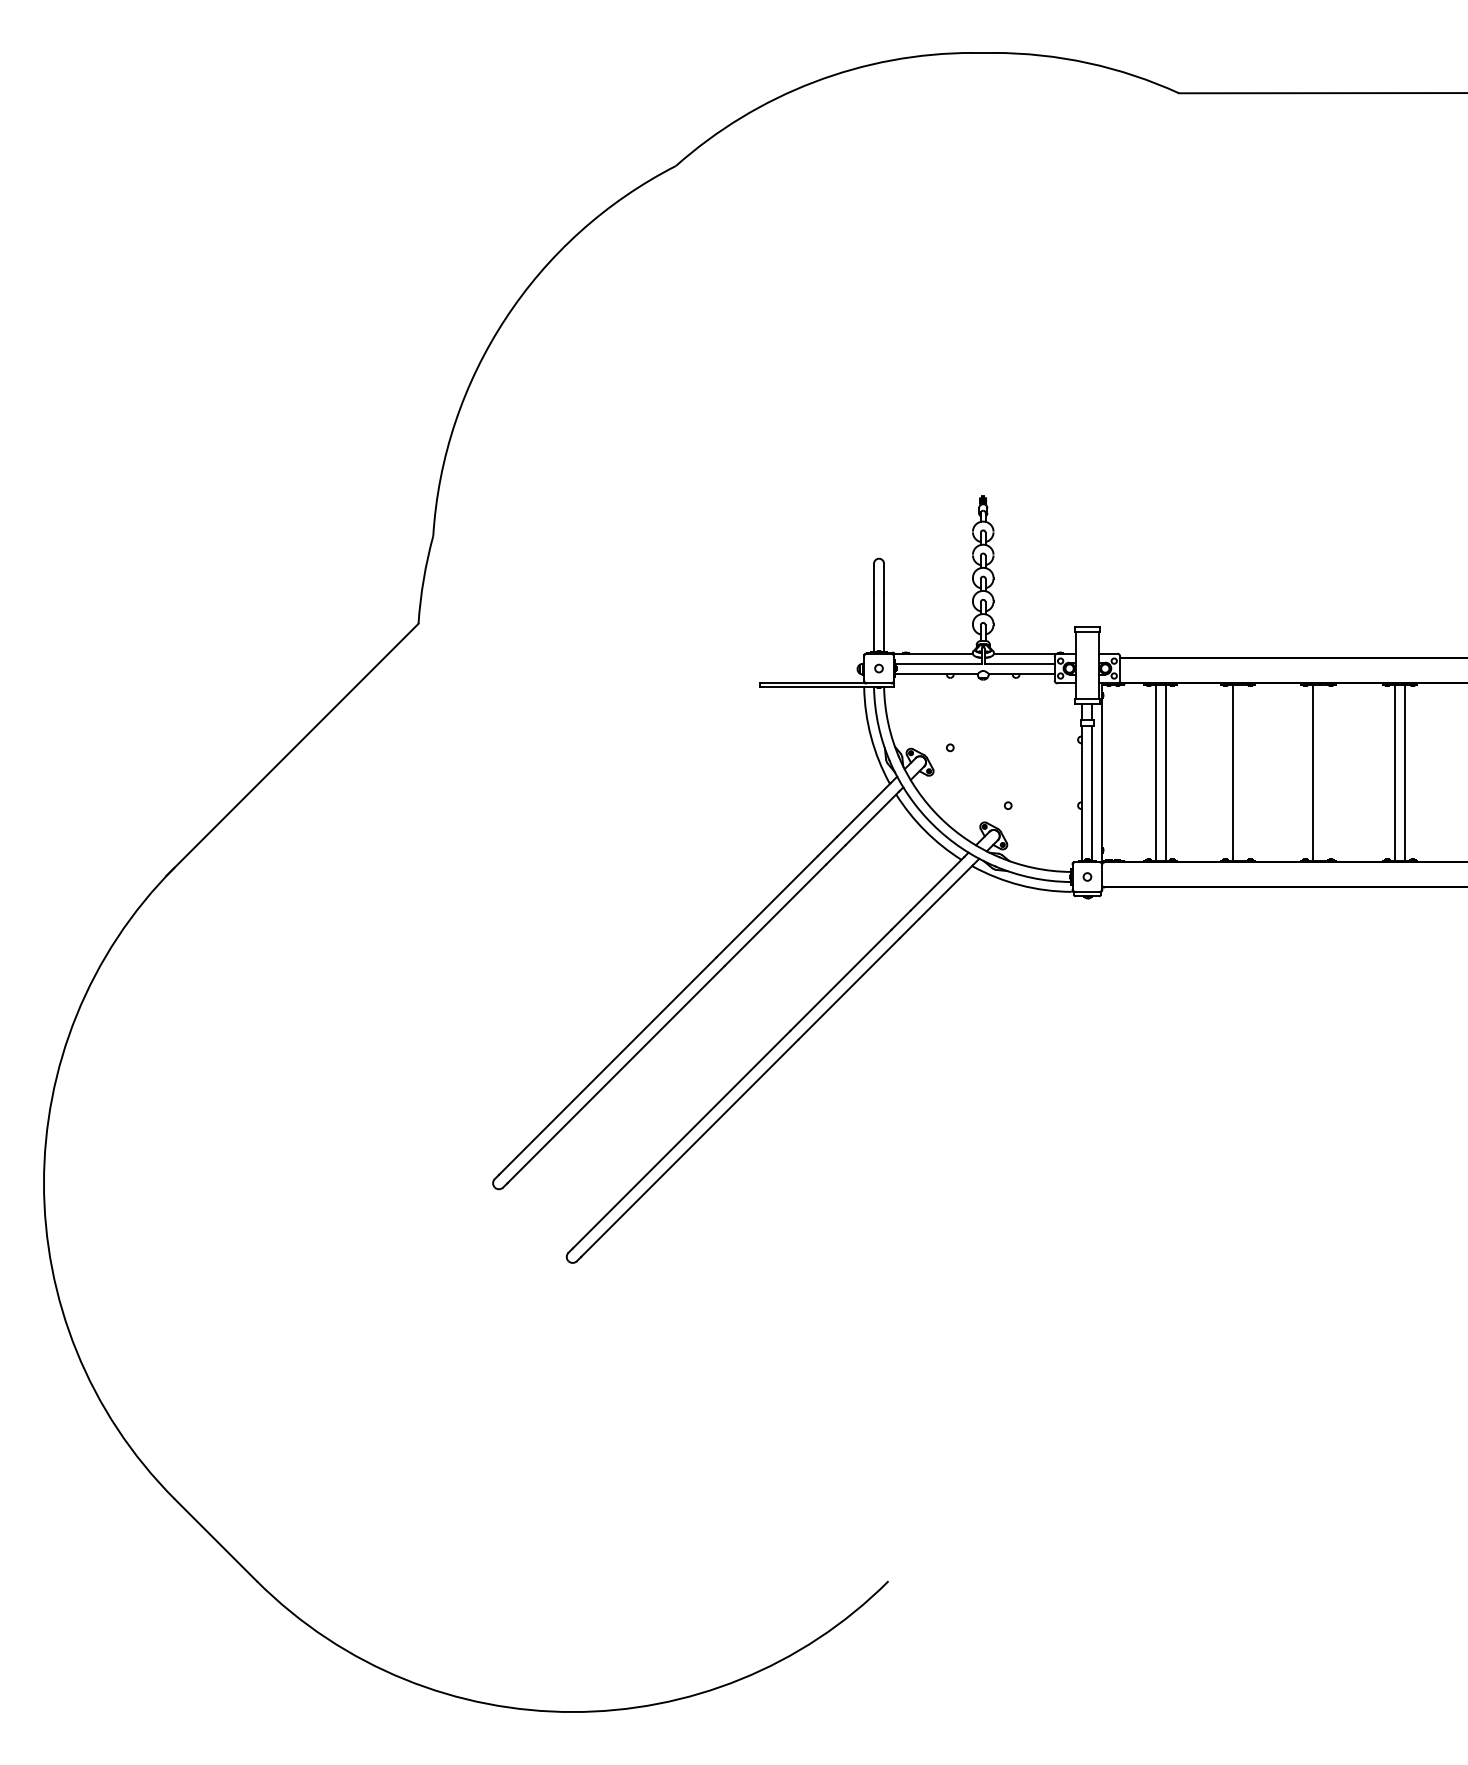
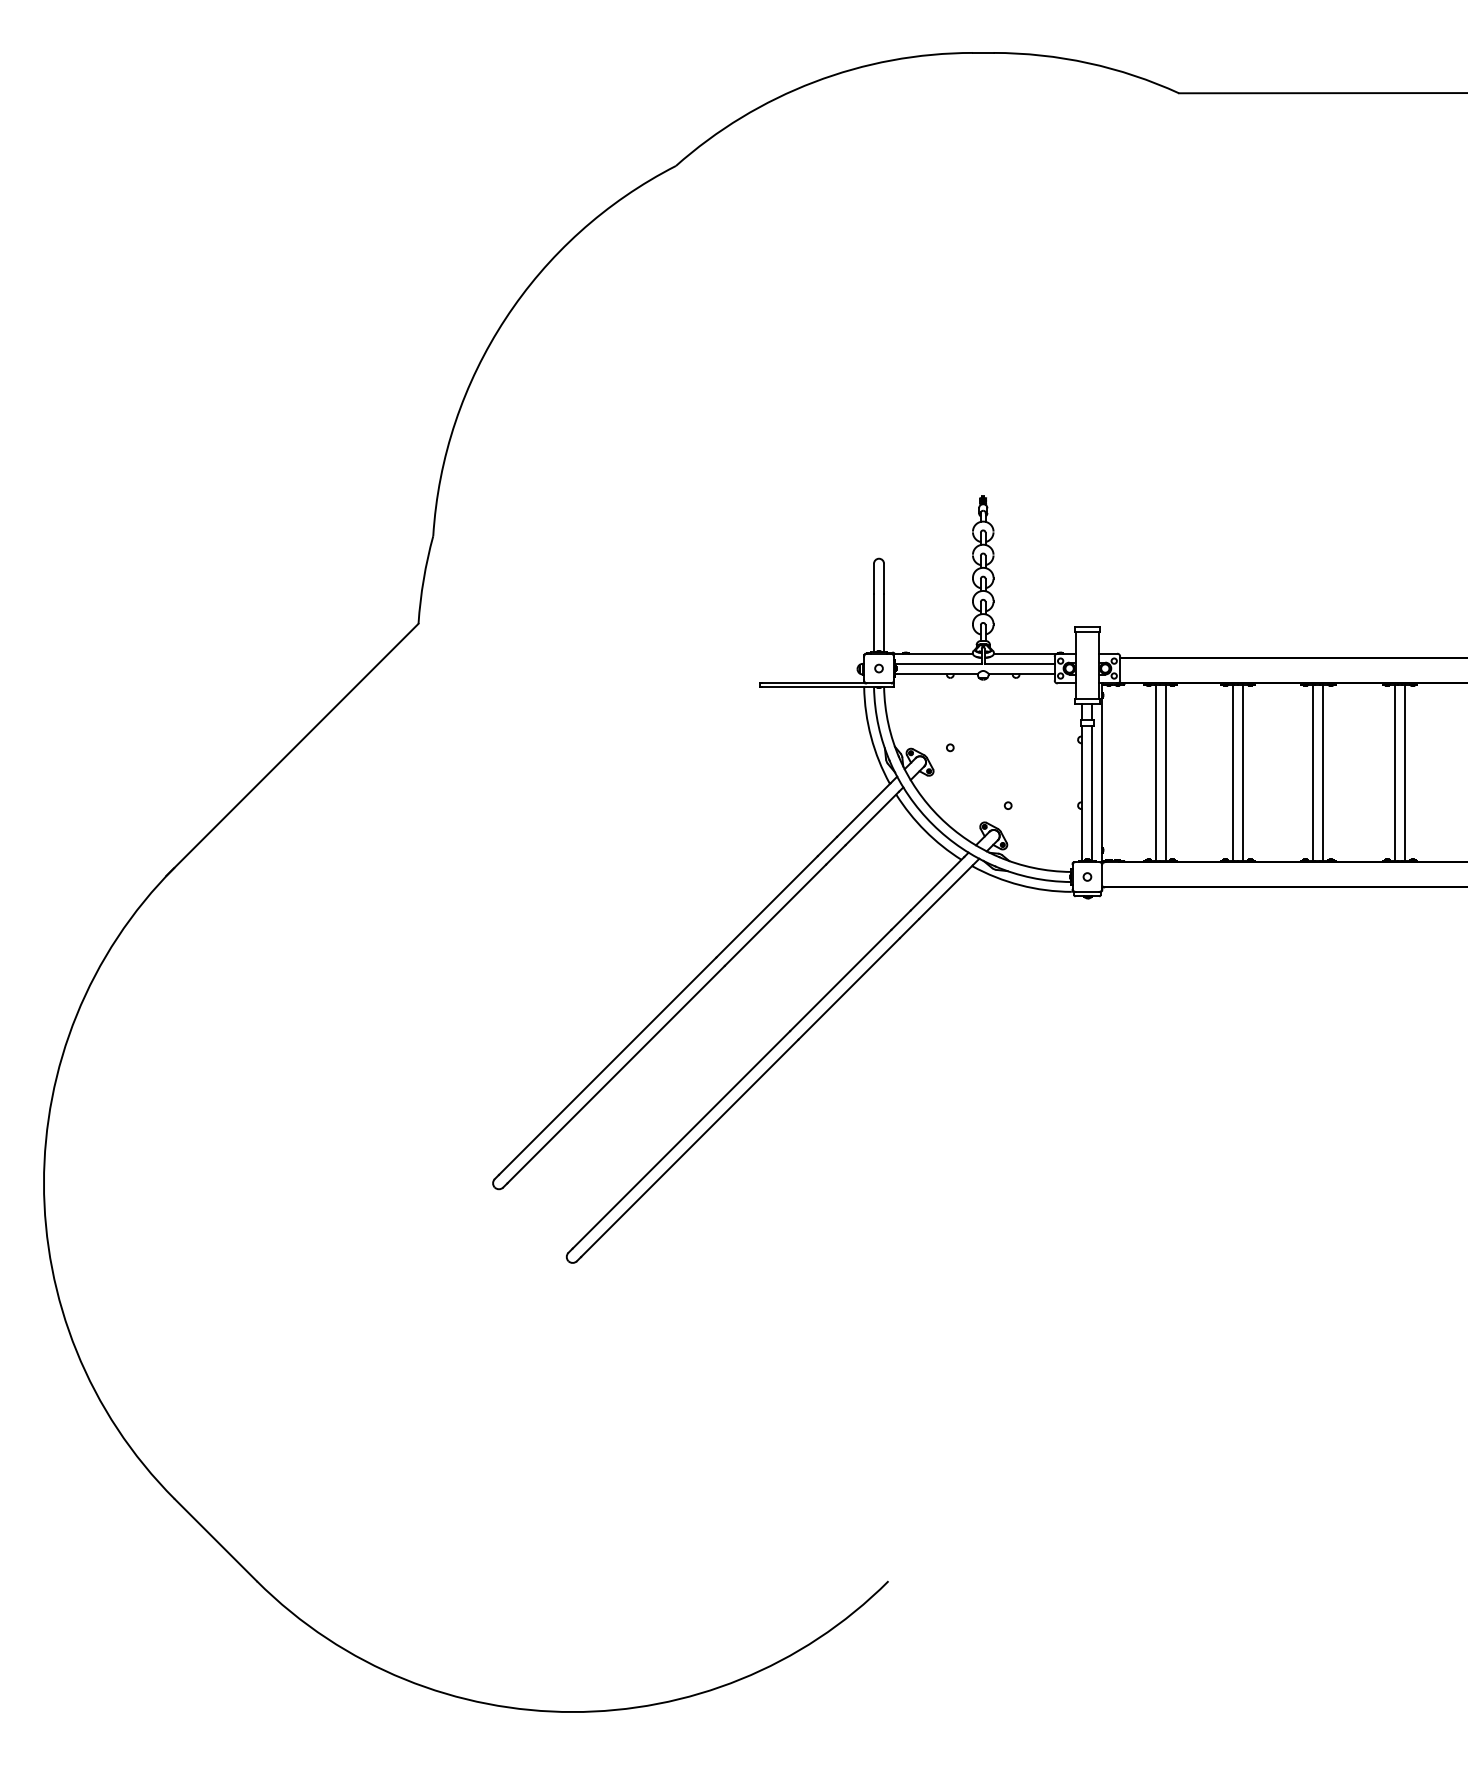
line at (1243, 772): none -> present
line at (1323, 772): none -> present
